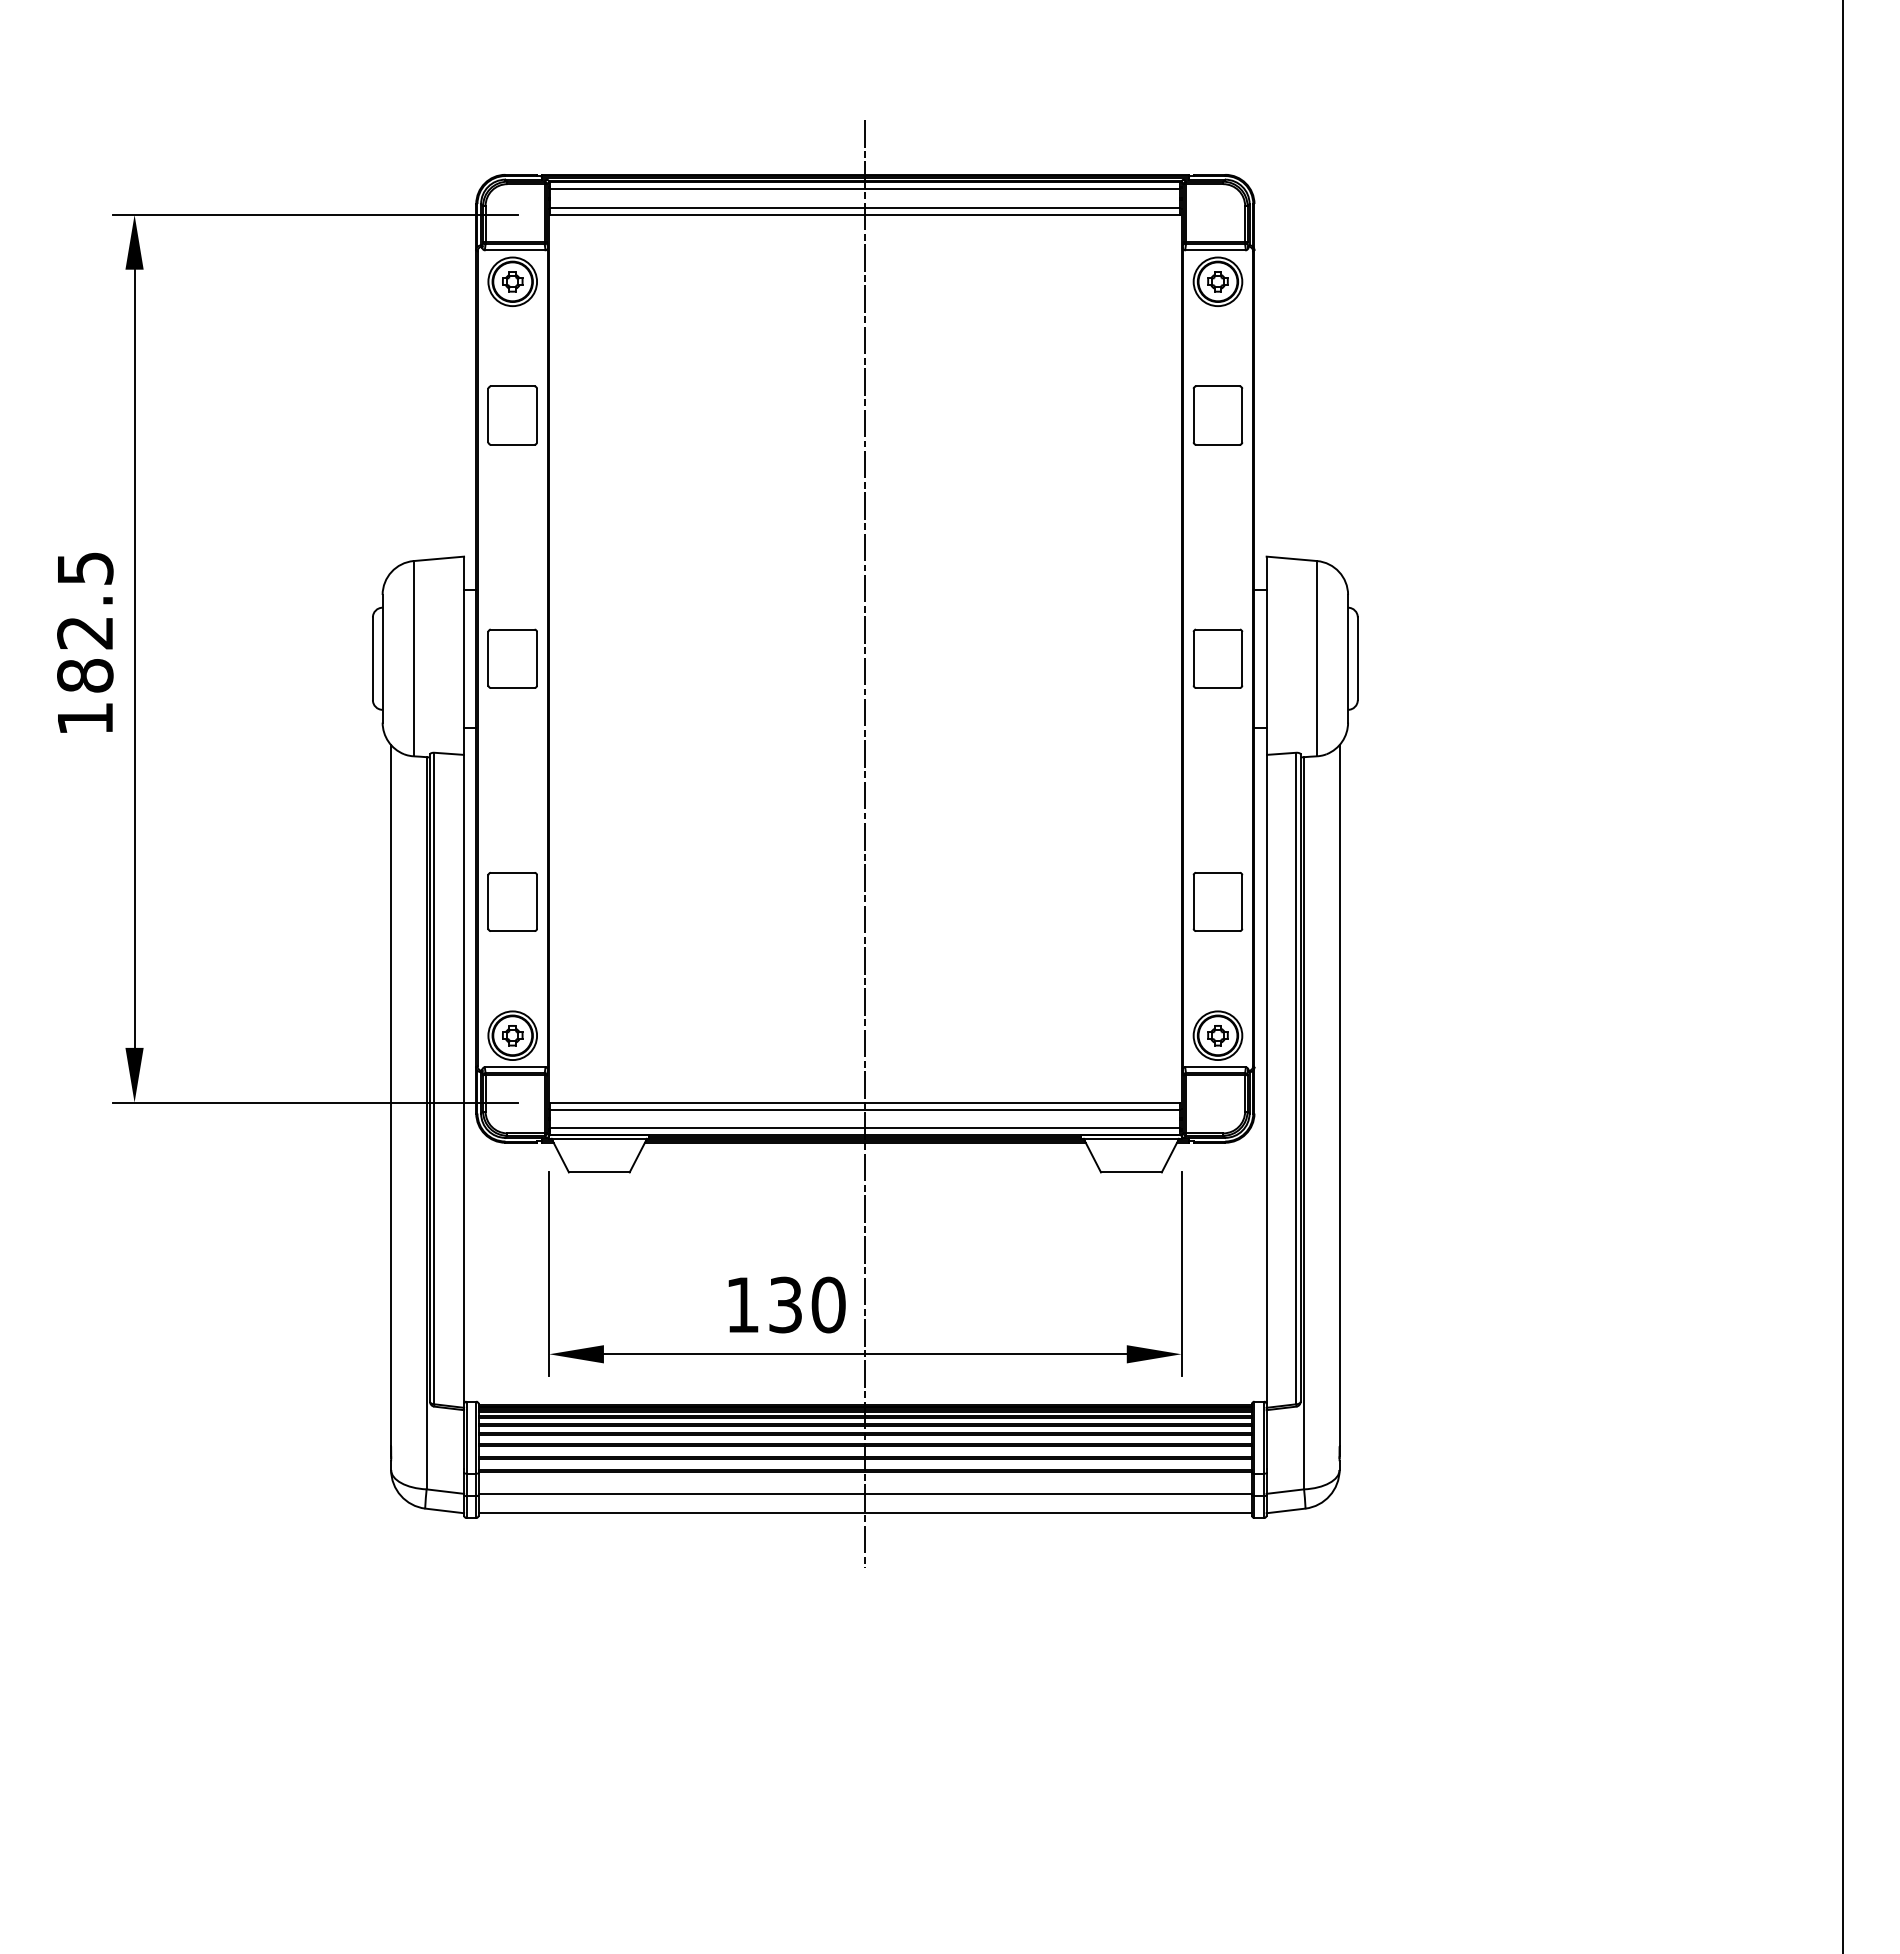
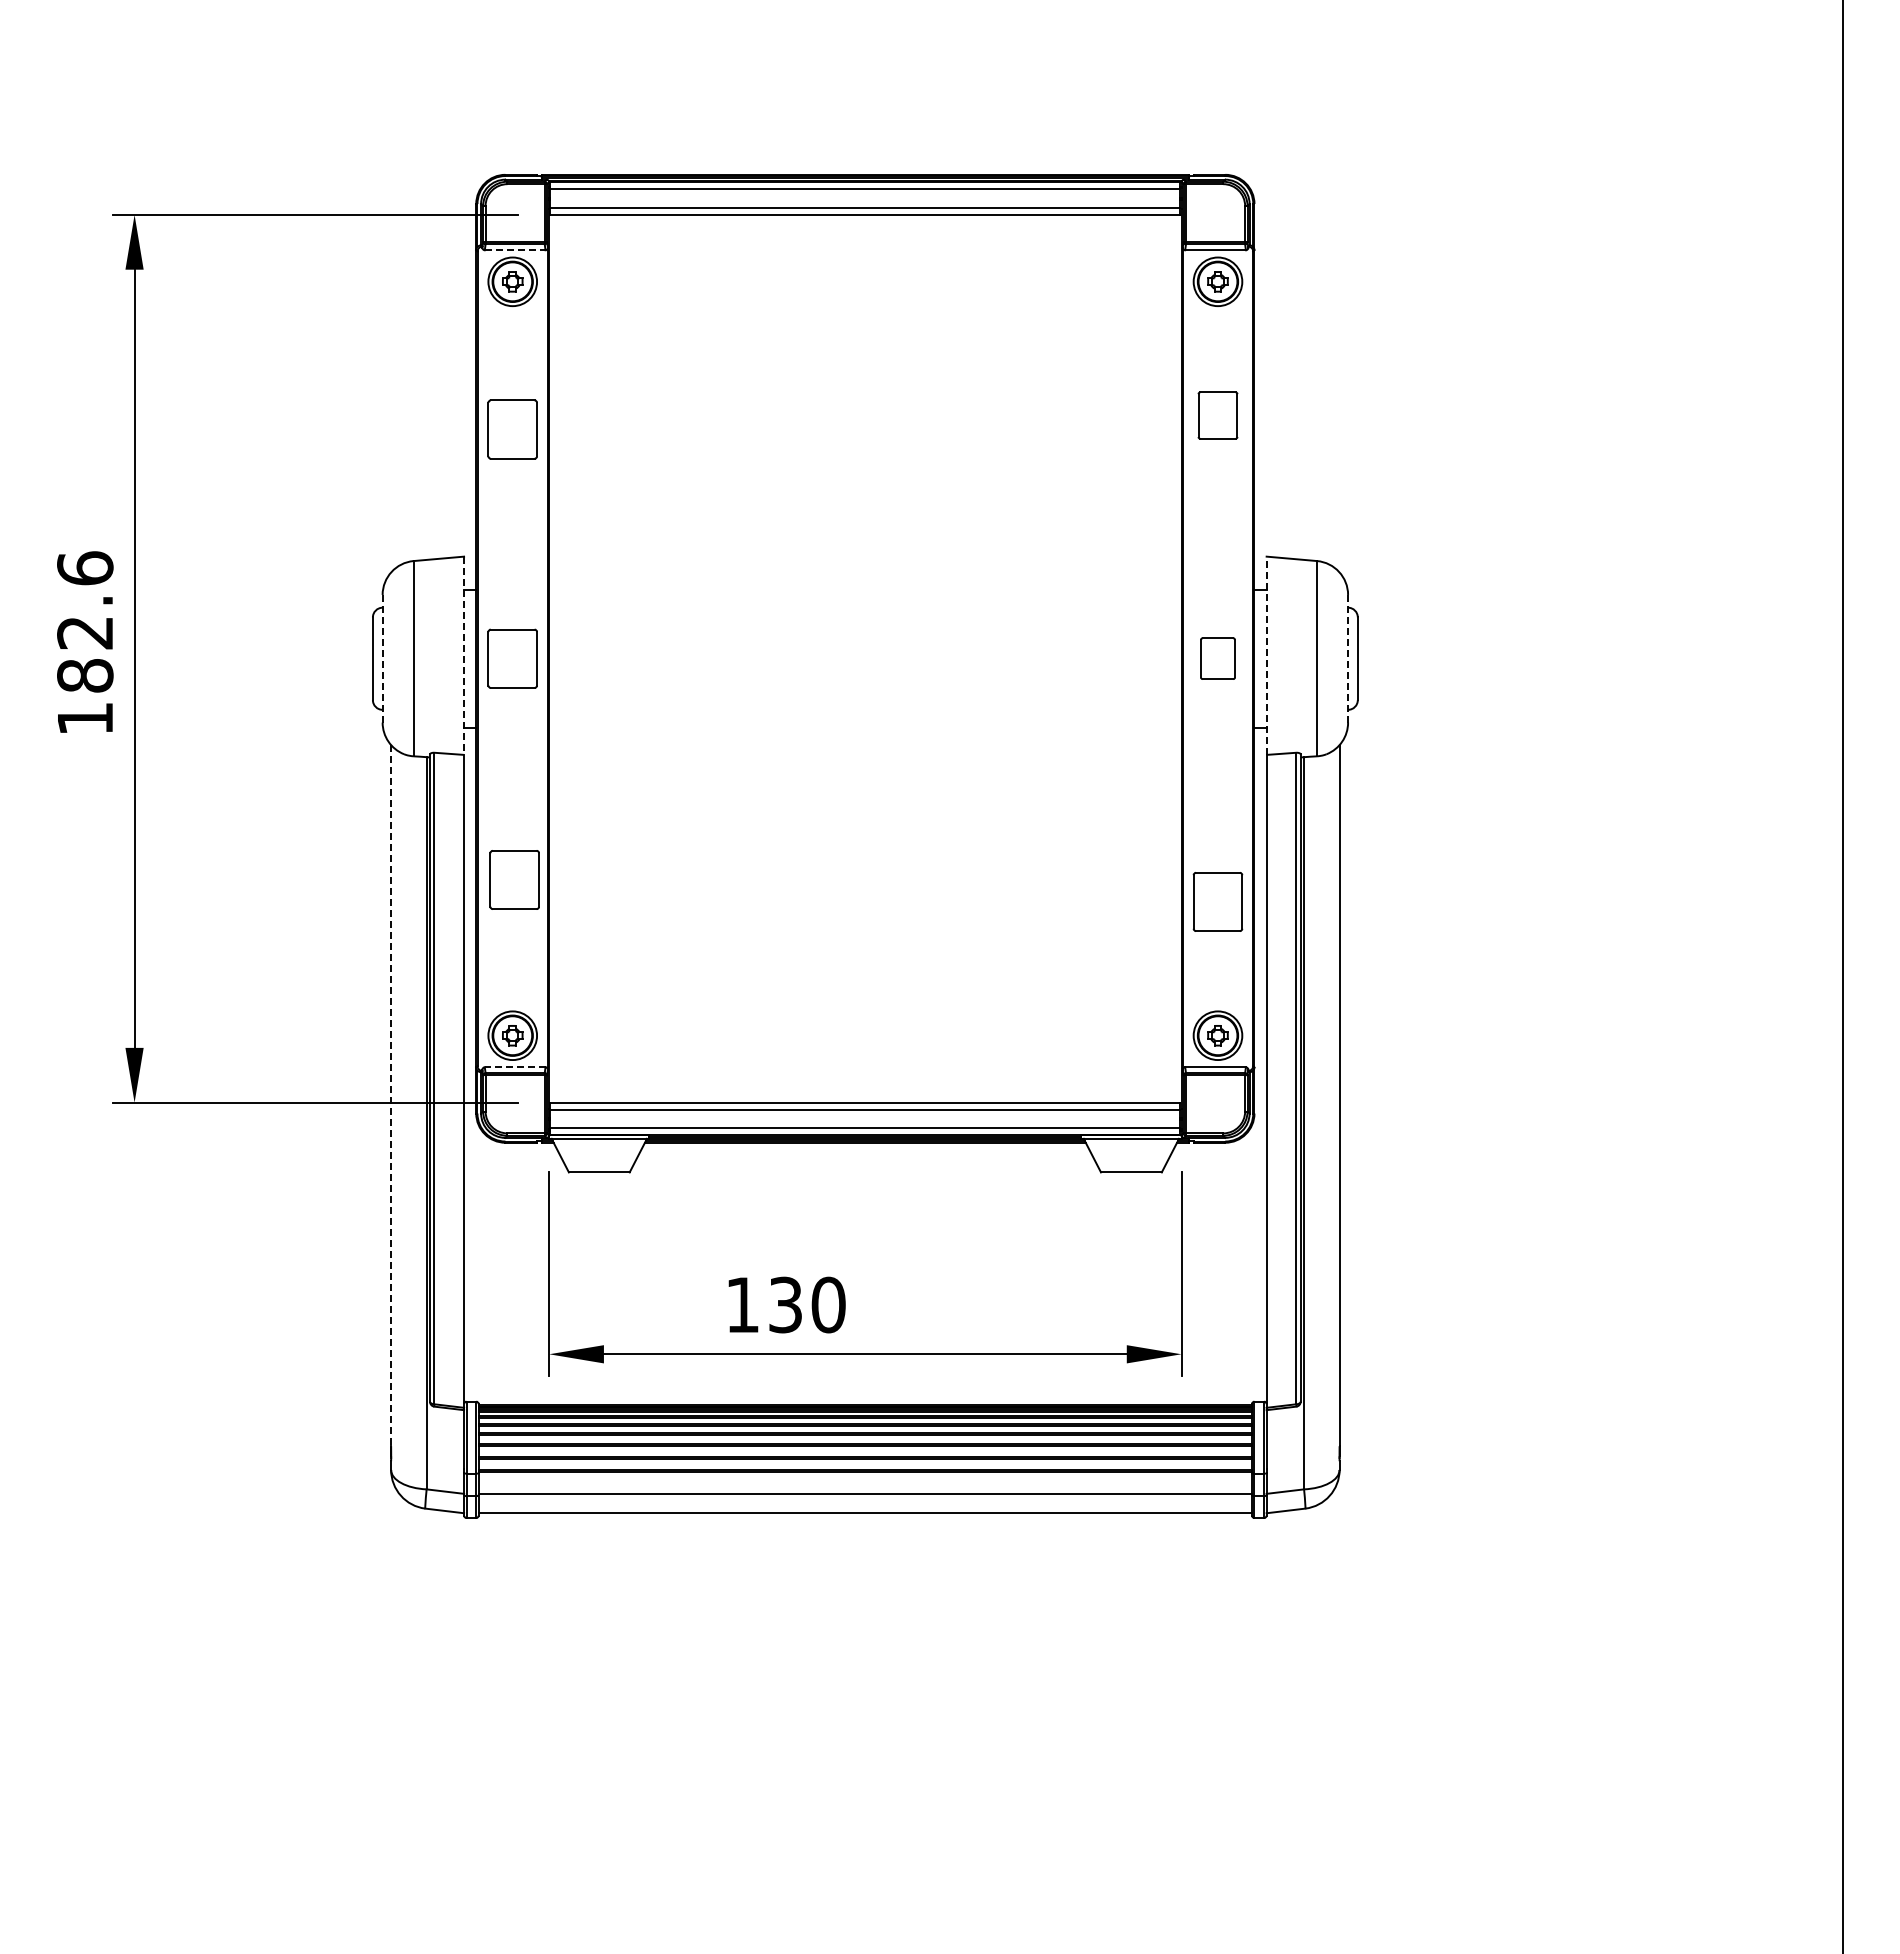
line at (515, 250): solid -> dashed
part at (512, 415) position: (512, 415) -> (512, 429)
part at (1217, 415) size: 52x61 px -> 42x49 px
text at (85, 568): 182.5 -> 182.6
line at (1266, 655): solid -> dashed
line at (464, 656): solid -> dashed
line at (382, 658): solid -> dashed
part at (1217, 658) size: 52x61 px -> 36x43 px
line at (1348, 658): solid -> dashed
line at (865, 843): present -> none
part at (512, 901) position: (512, 901) -> (514, 879)
line at (514, 1067): solid -> dashed
line at (391, 1095): solid -> dashed
